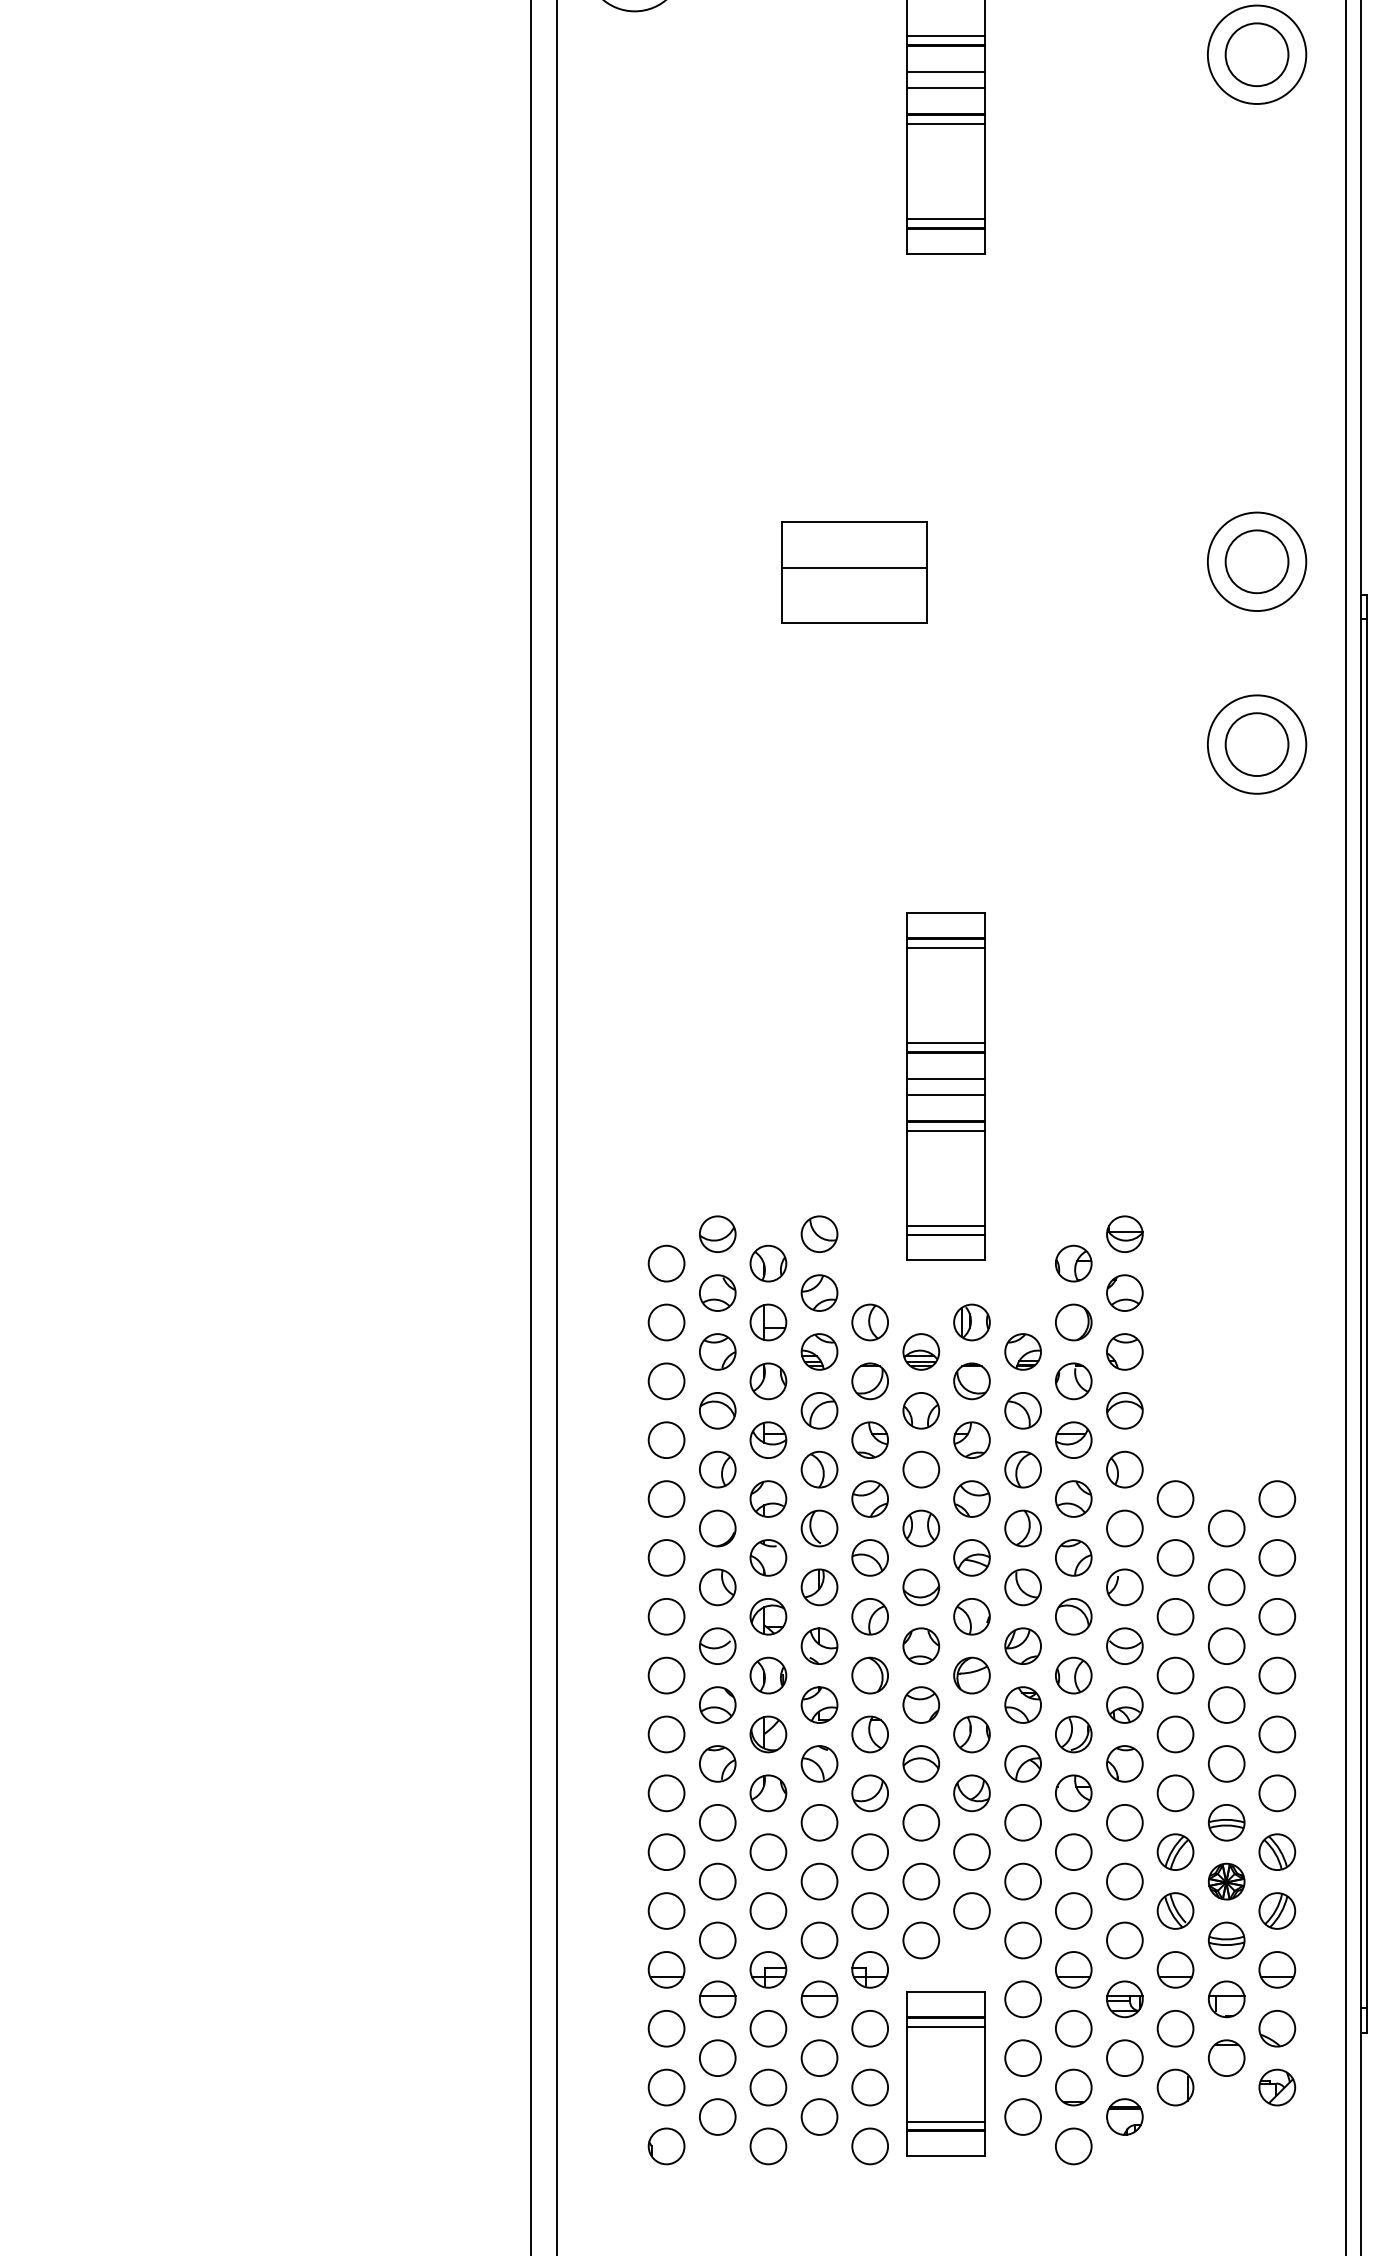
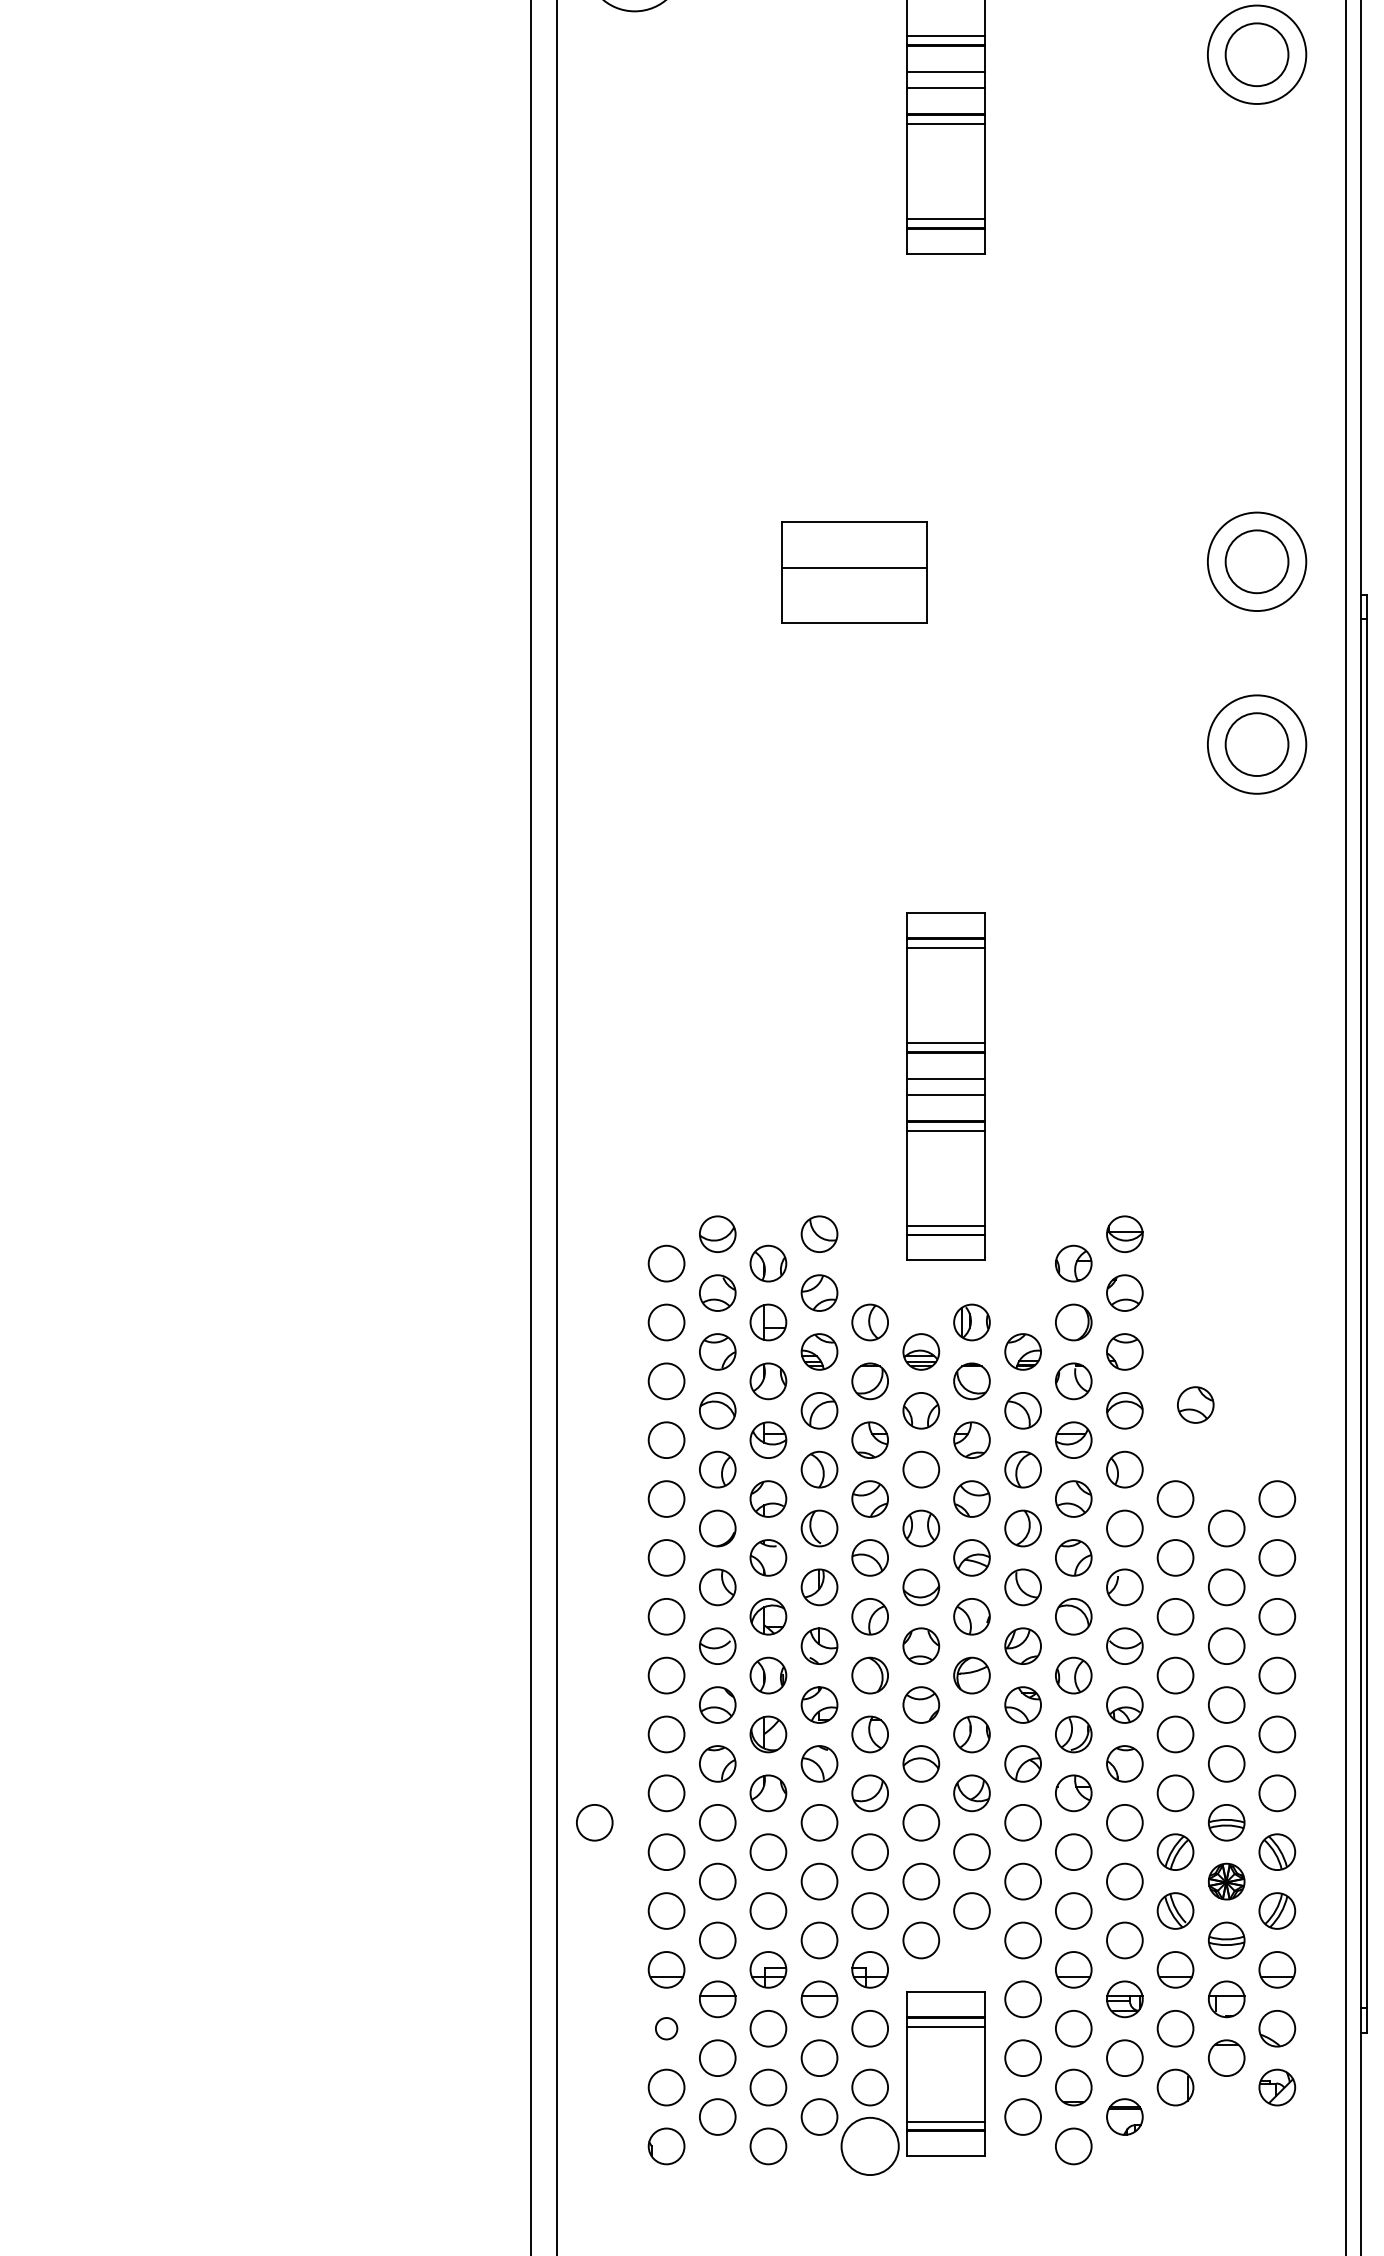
part at (1195, 1404): none -> present
circle at (594, 1822): none -> present
circle at (666, 2028) diameter: 36 px -> 21 px
circle at (870, 2146) diameter: 36 px -> 57 px
